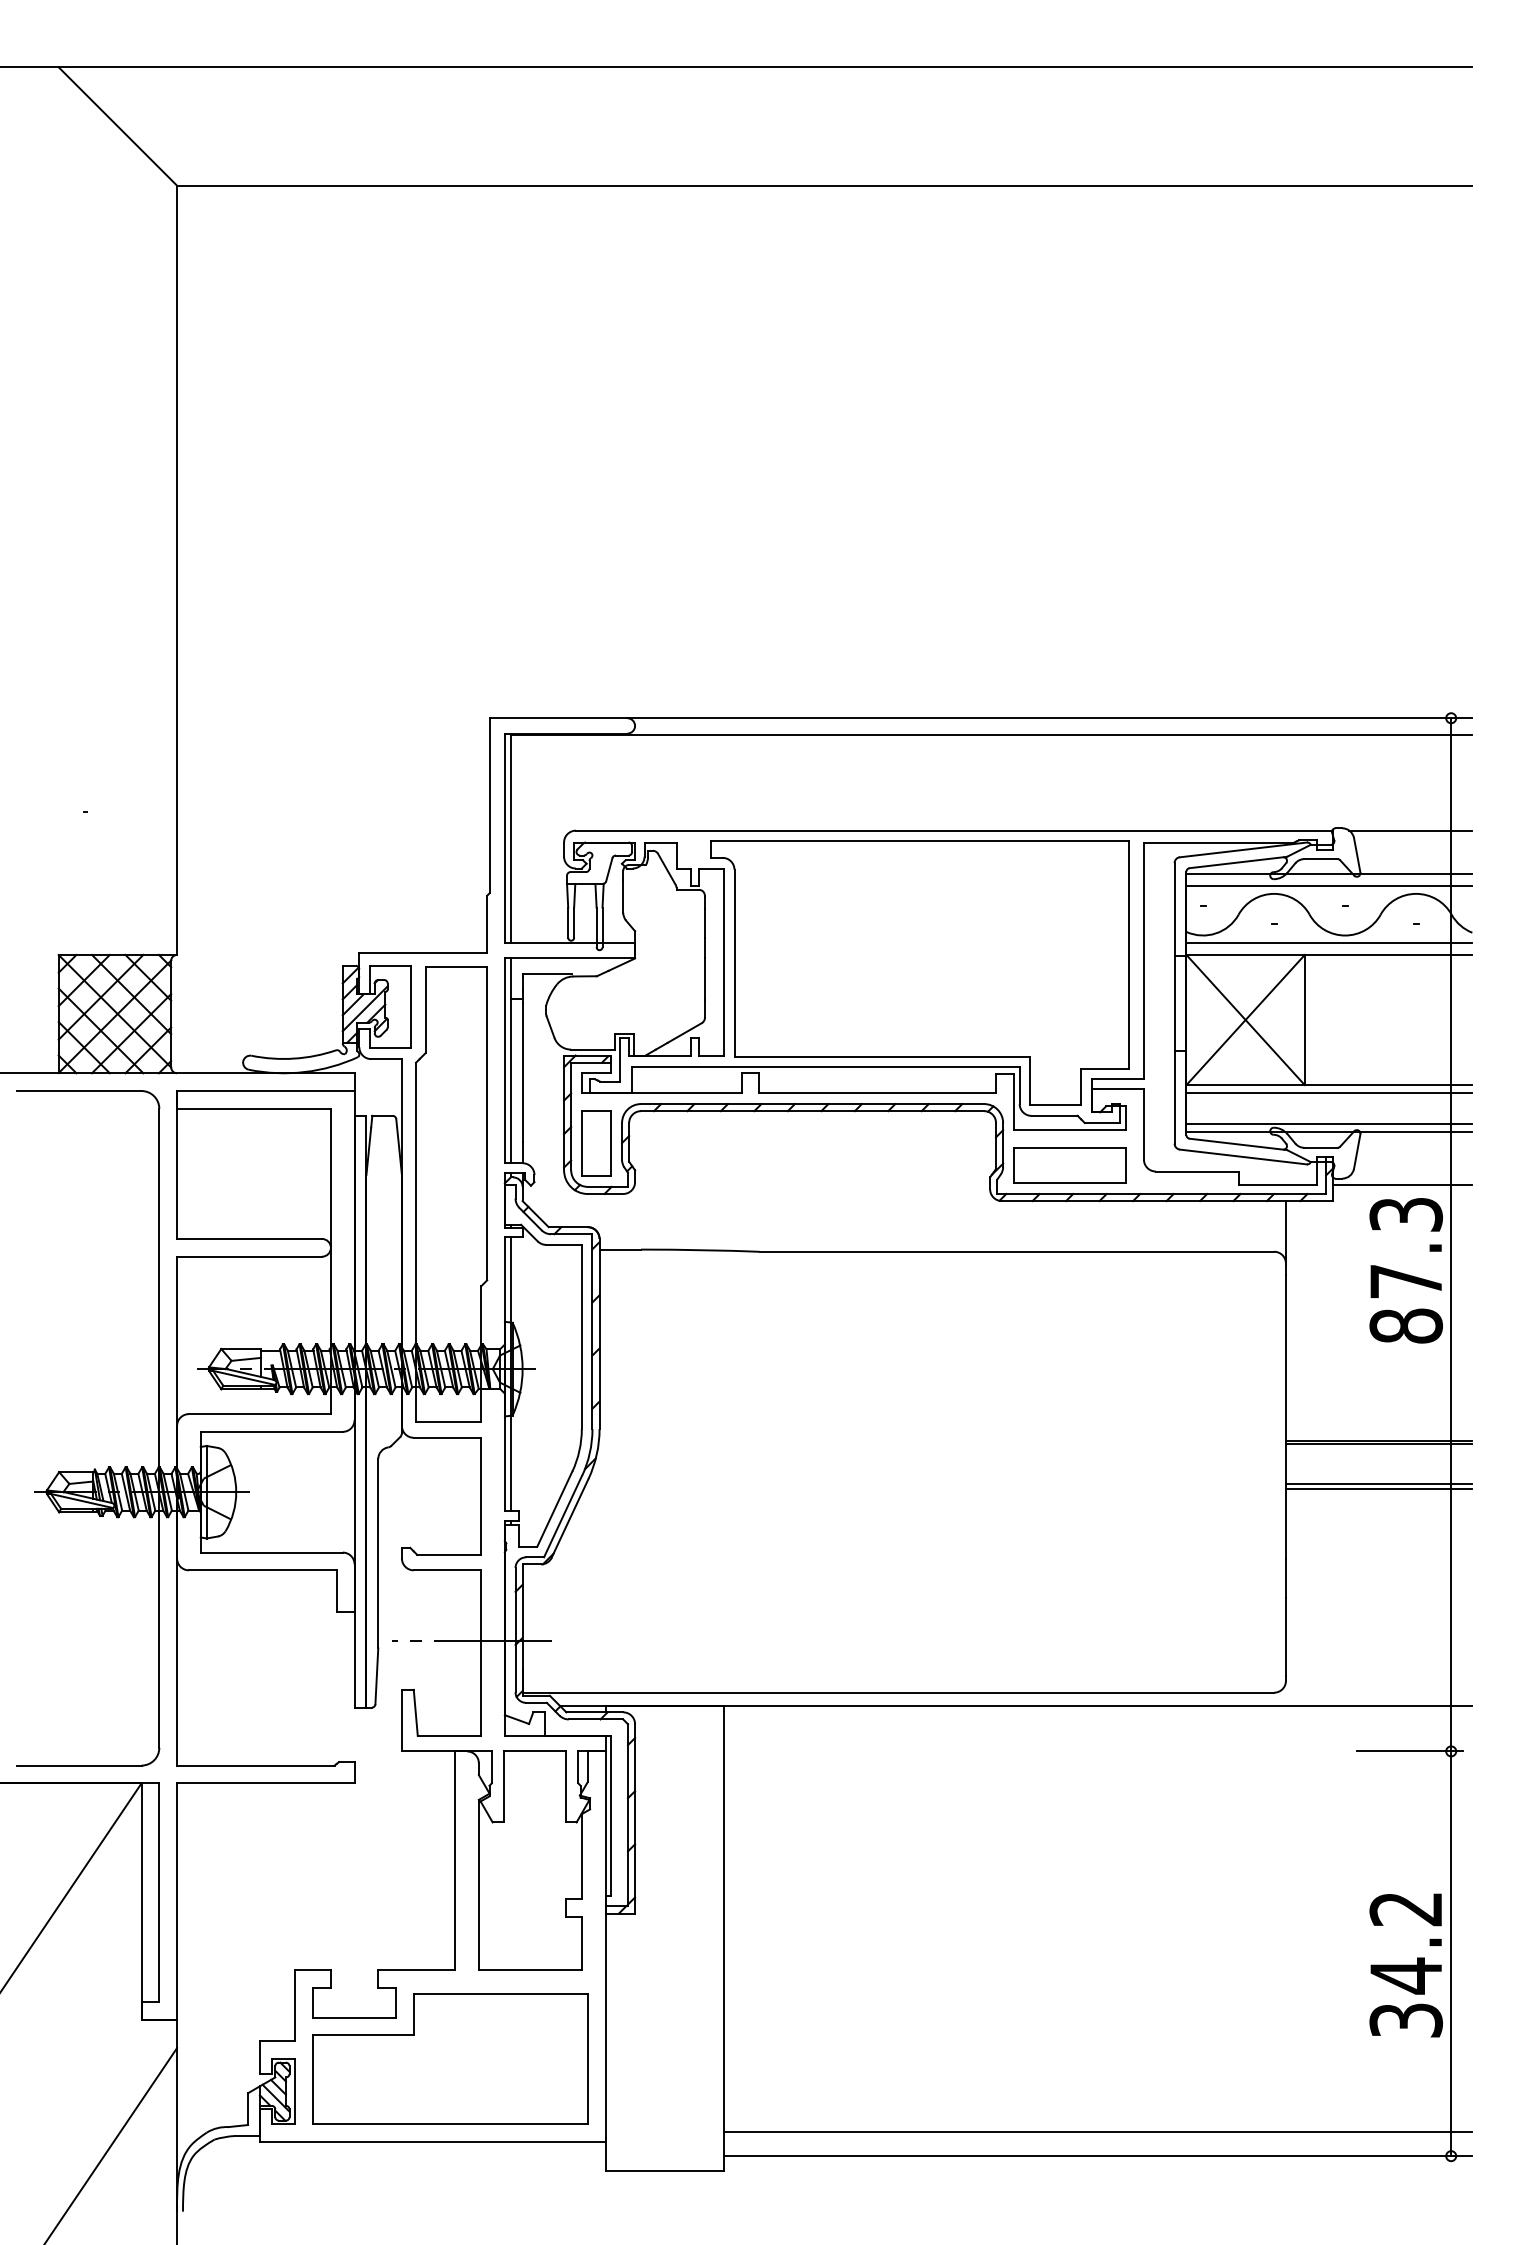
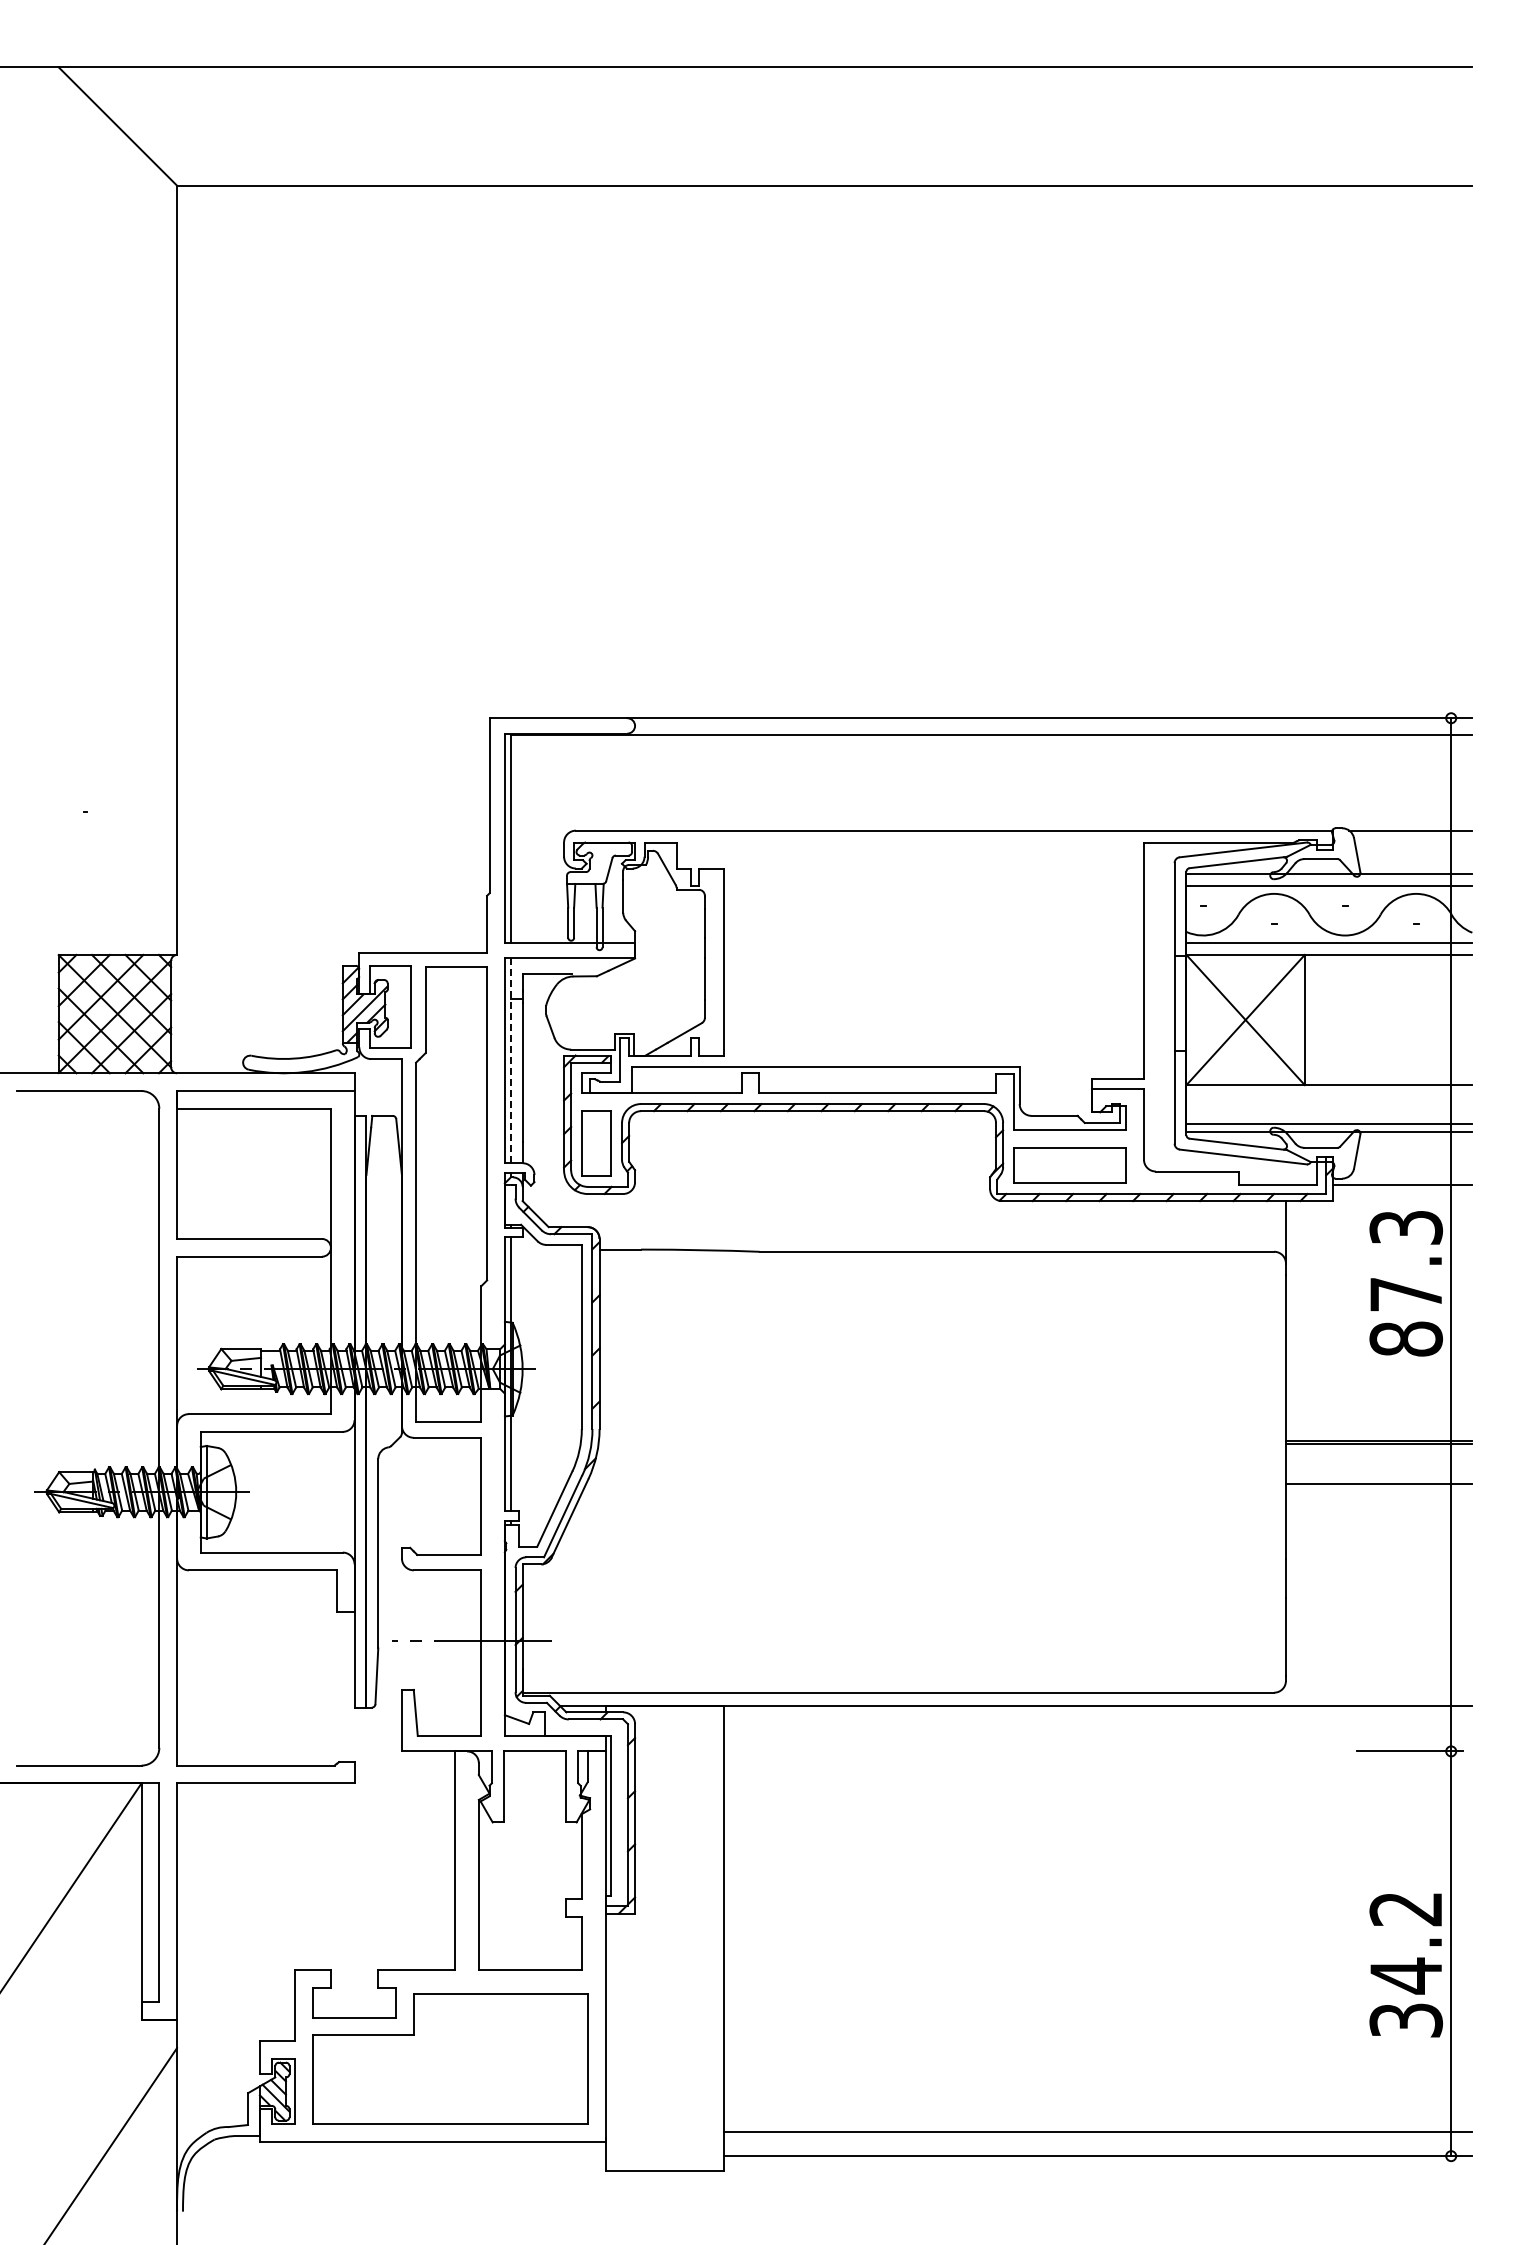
part at (919, 972): present -> none
line at (510, 1061): solid -> dashed
line at (1329, 1093): present -> none
text at (1405, 1270) position: (1405, 1270) -> (1405, 1283)
line at (1378, 1488): present -> none
